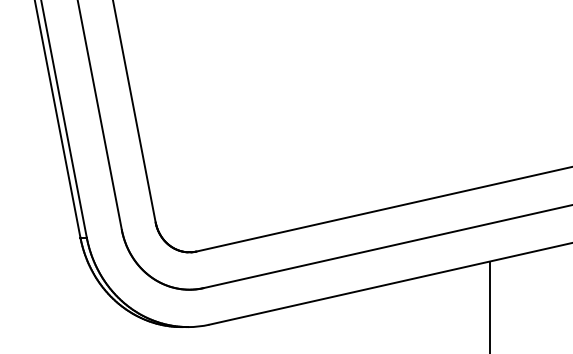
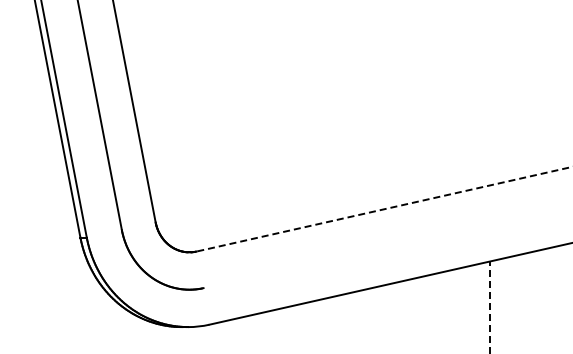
line at (383, 209): solid -> dashed
line at (386, 246): present -> none
line at (489, 306): solid -> dashed
